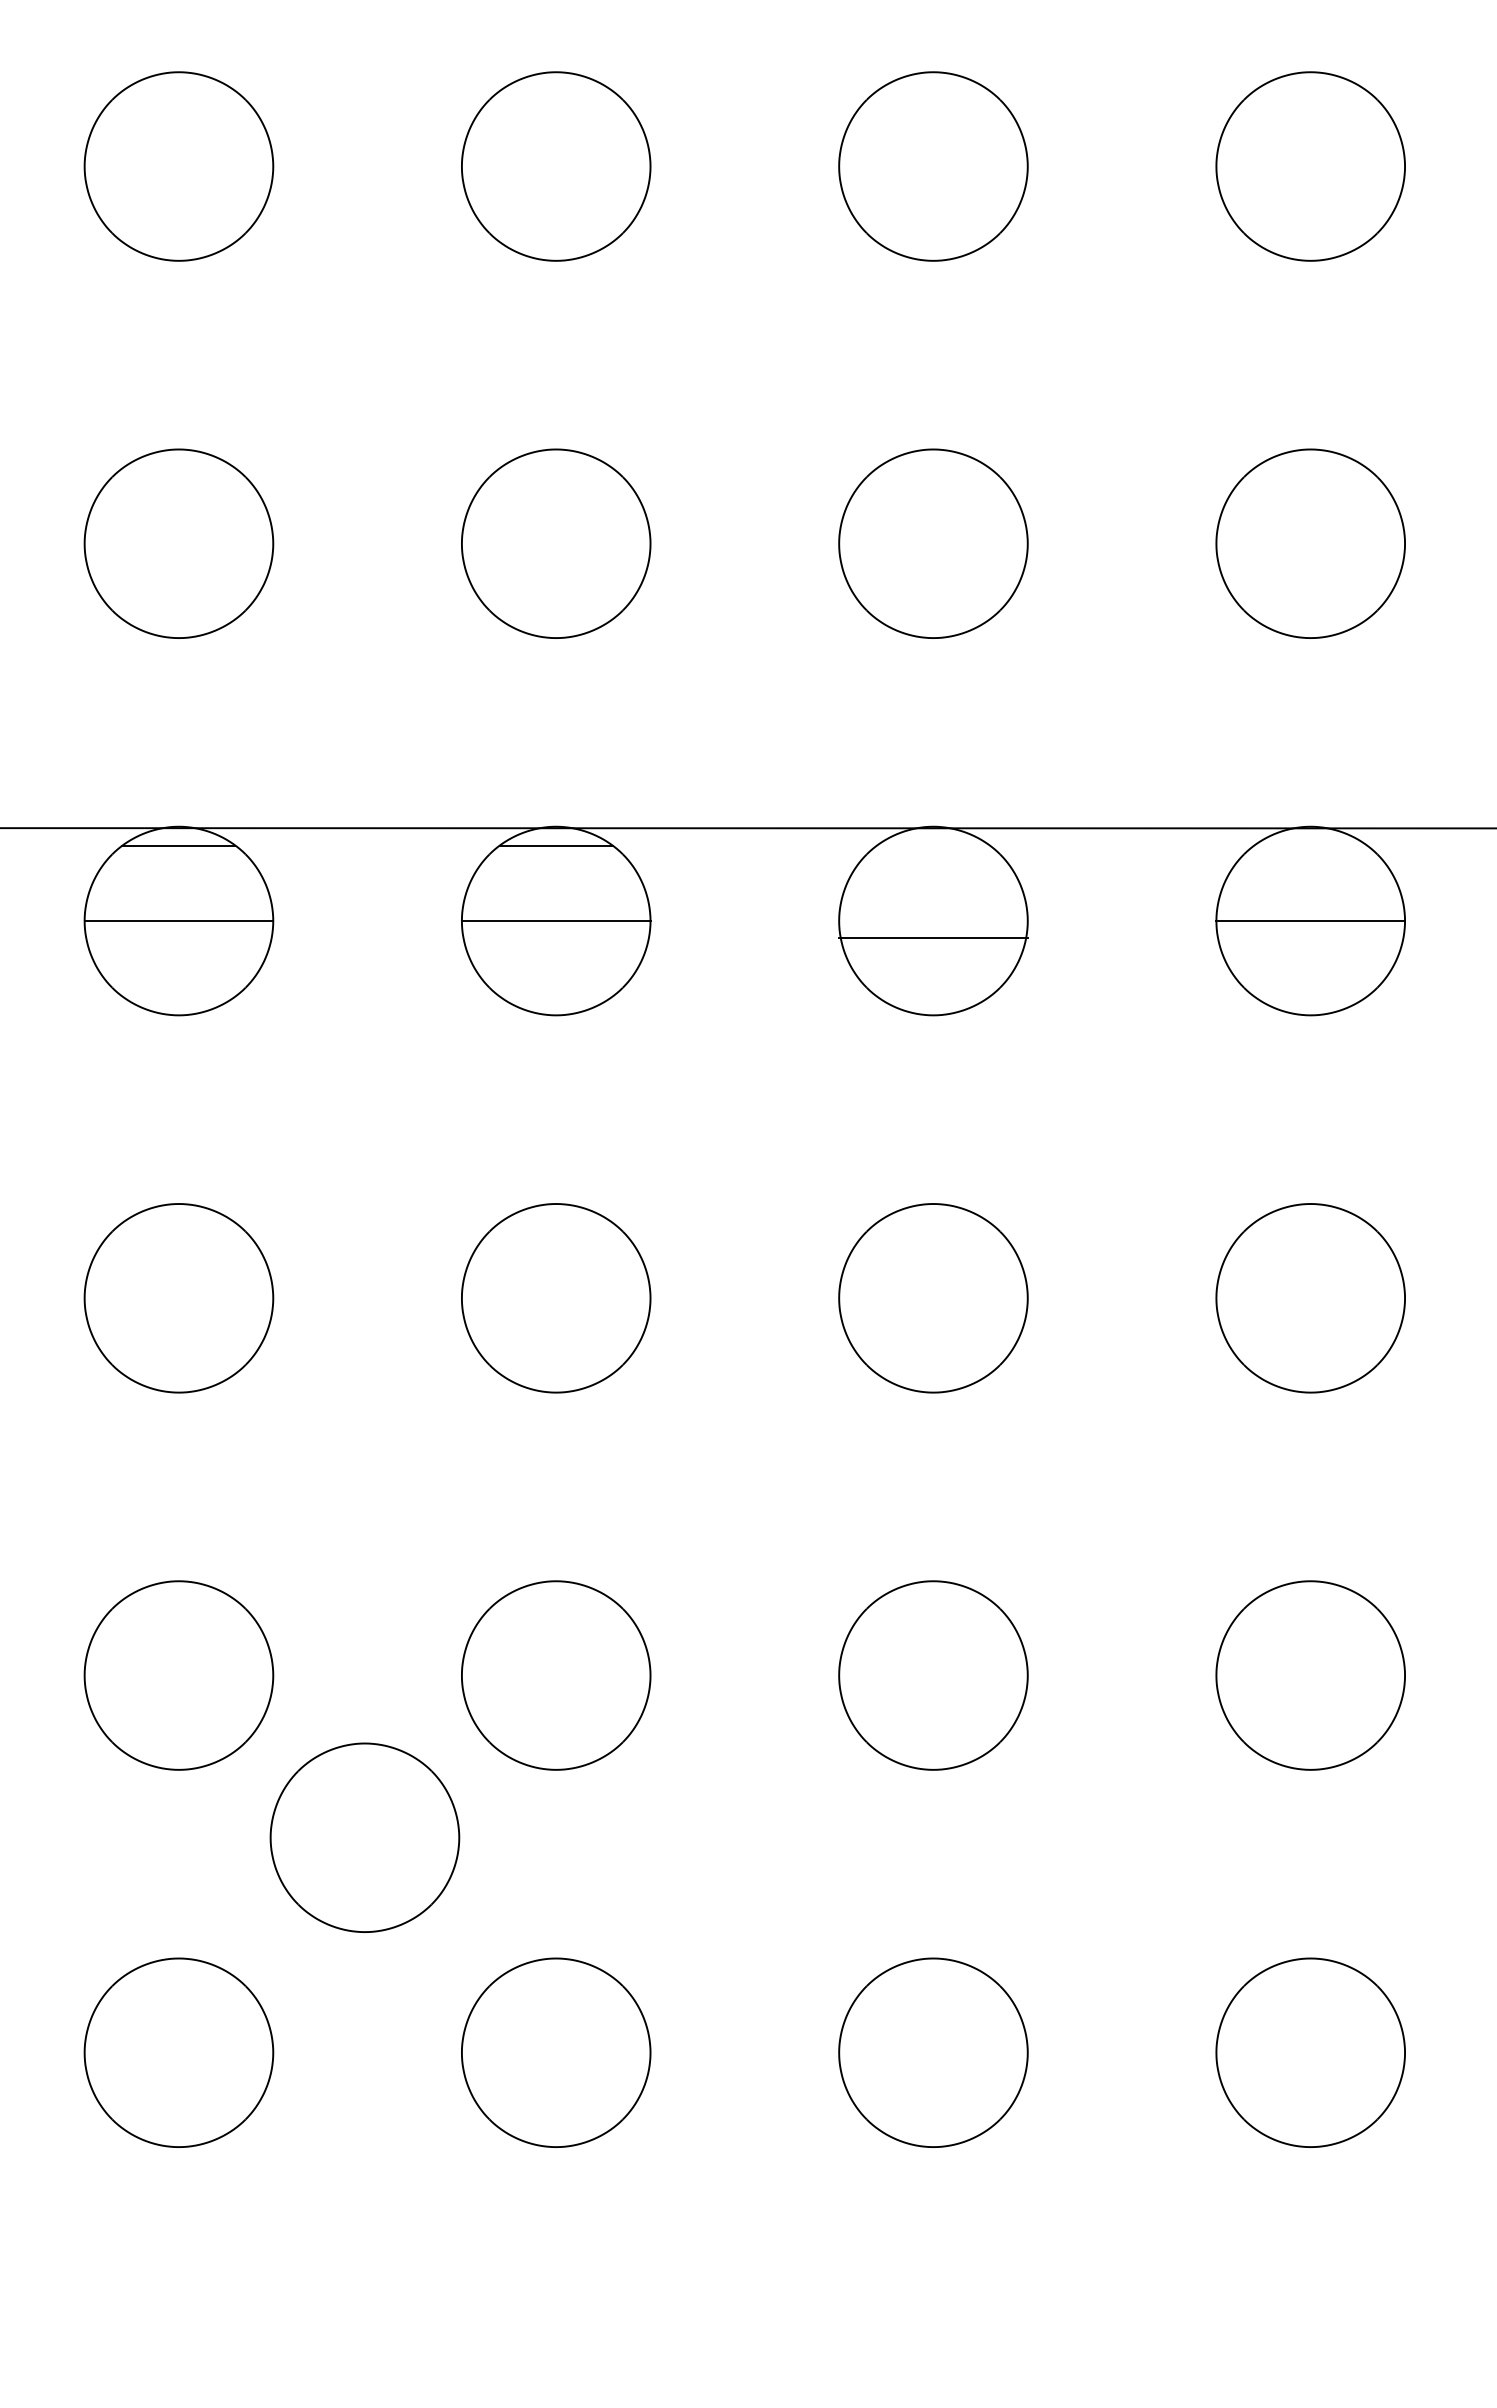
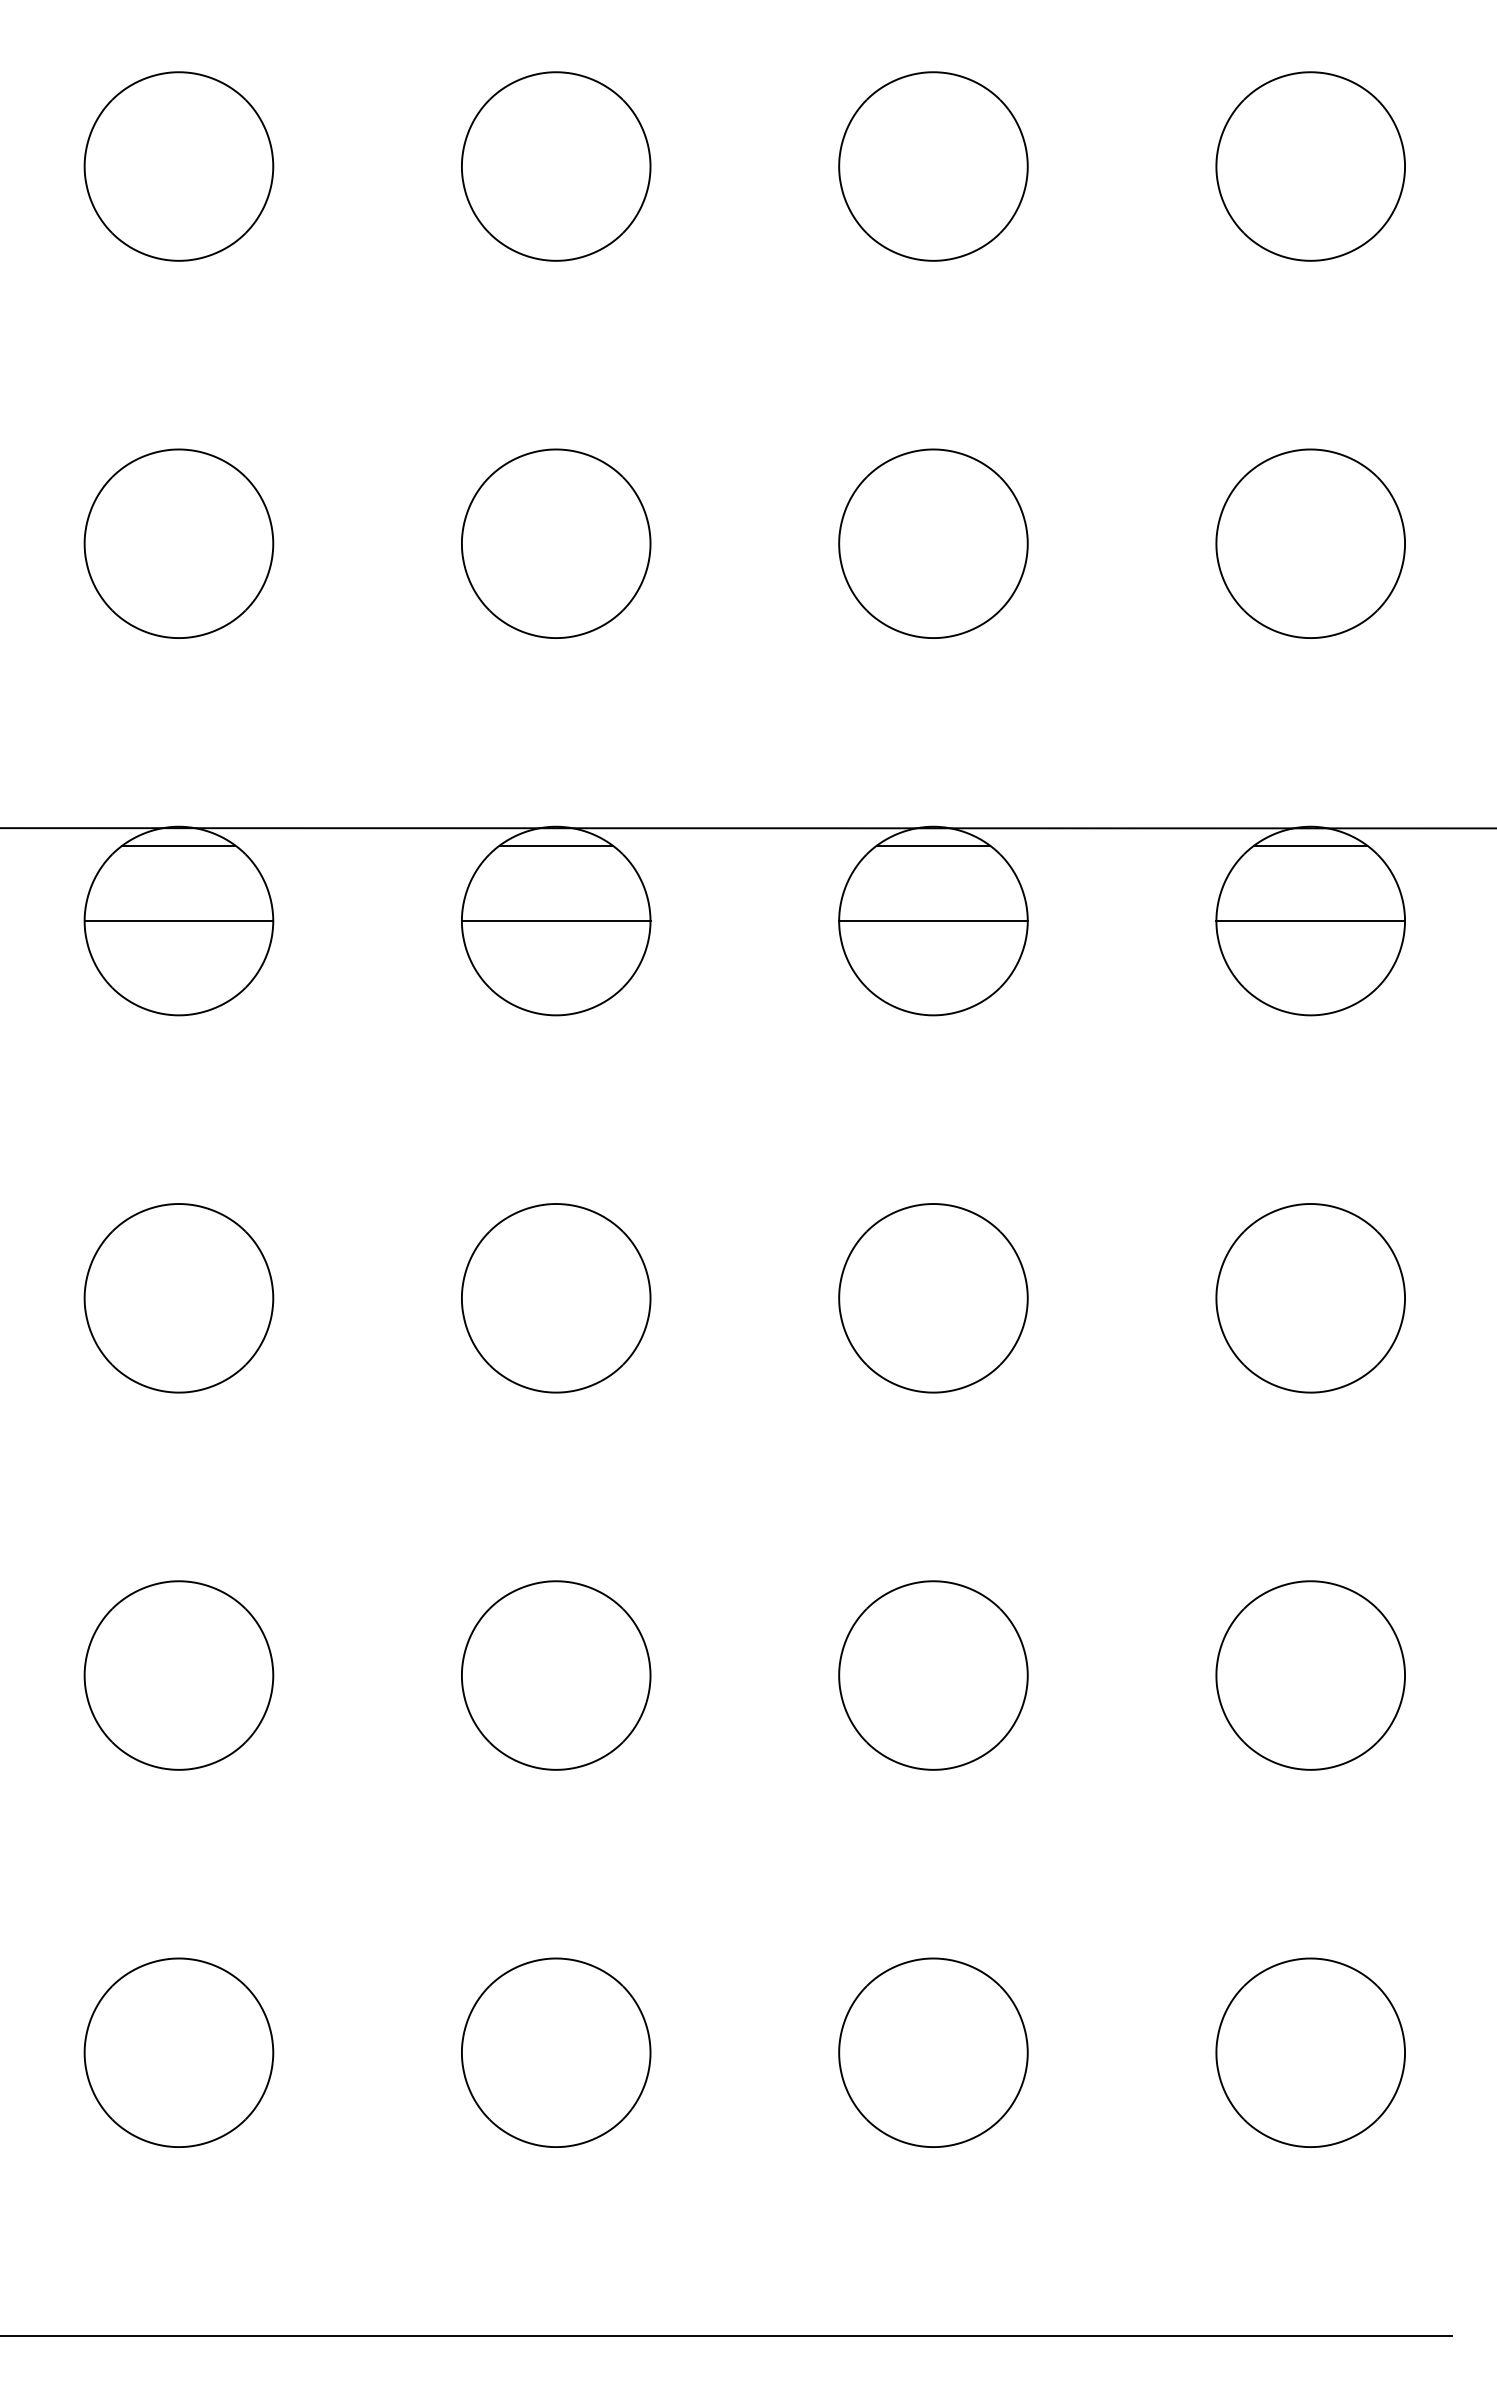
line at (932, 845): none -> present
line at (1310, 845): none -> present
line at (933, 938) position: (933, 938) -> (933, 921)
part at (364, 1837): present -> none
line at (727, 2335): none -> present
